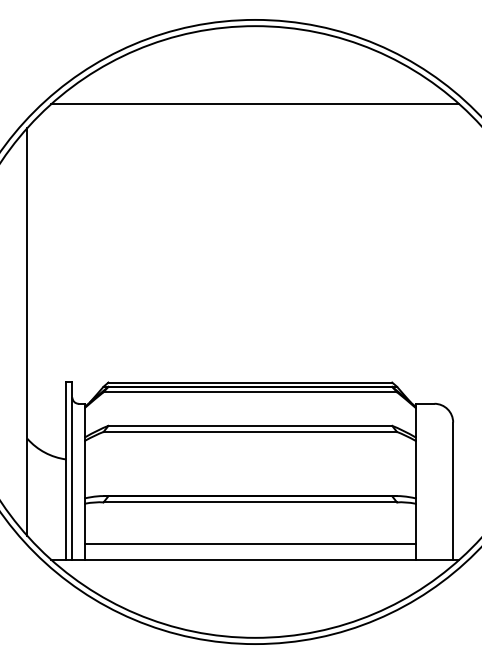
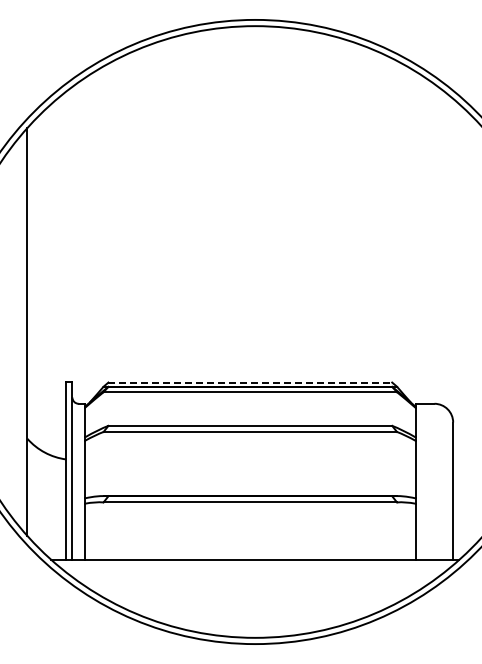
line at (255, 104): present -> none
line at (250, 382): solid -> dashed
line at (249, 543): present -> none
